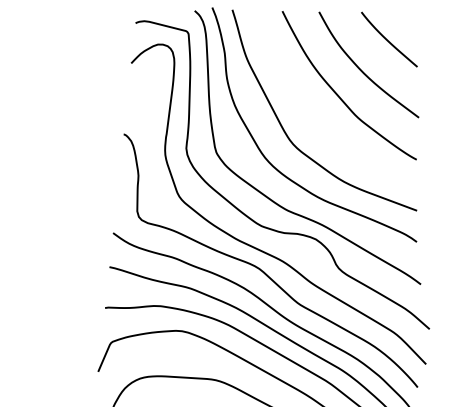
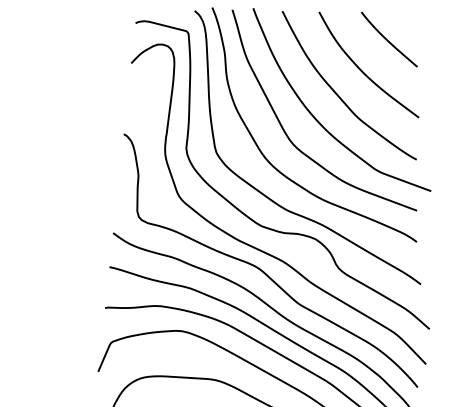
curve at (319, 121): none -> present
